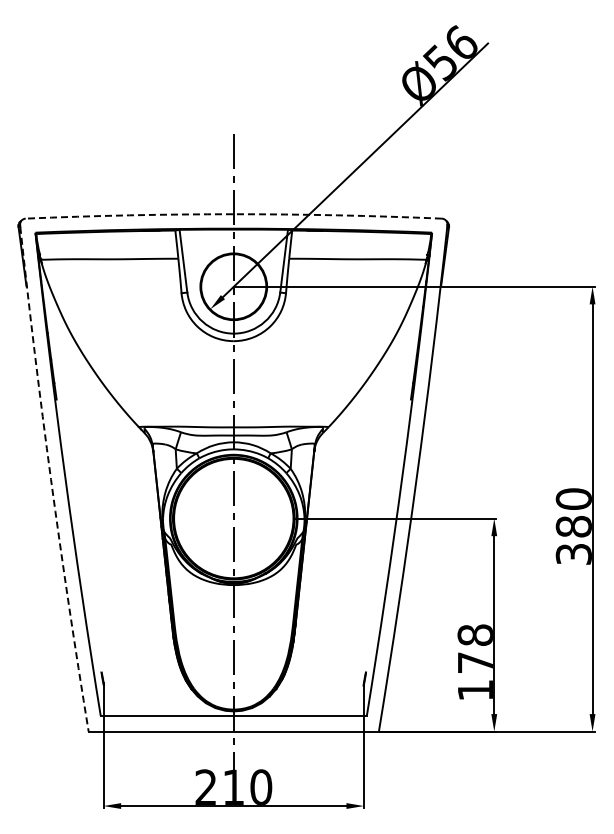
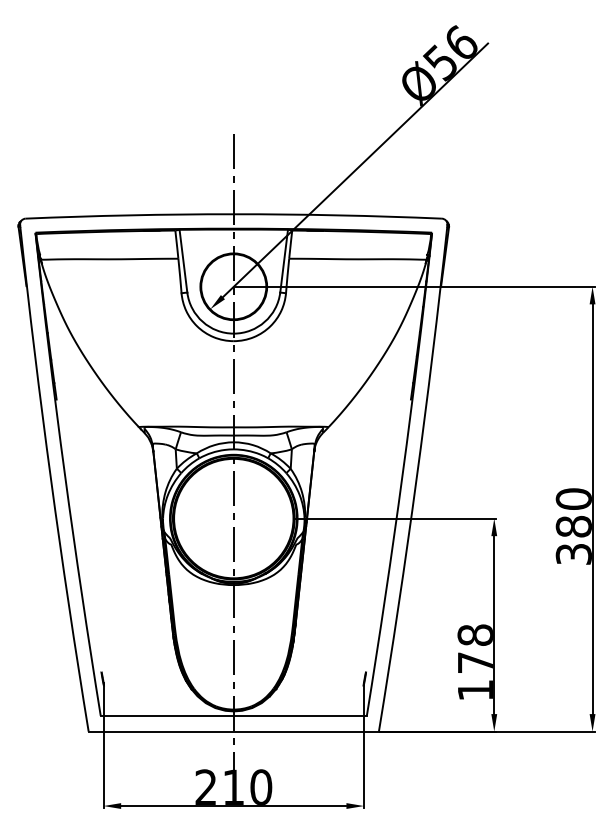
arc at (233, 214): dashed -> solid
arc at (51, 479): dashed -> solid
